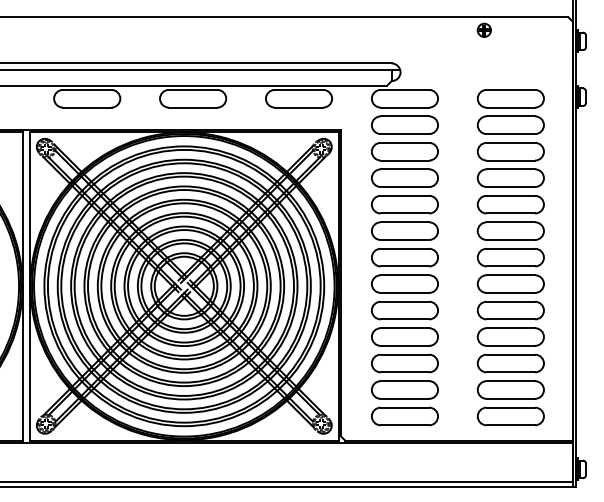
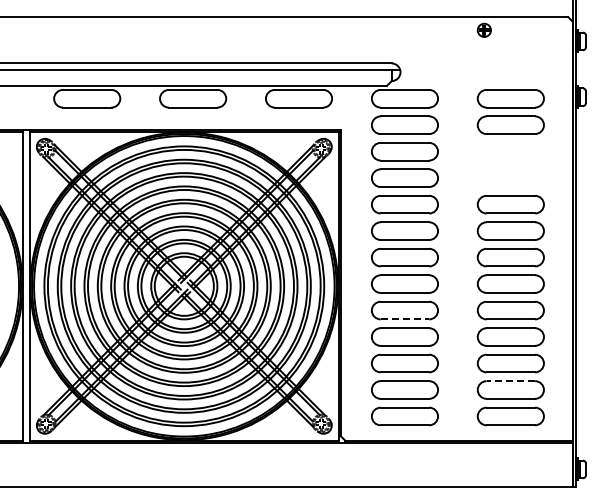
part at (510, 164): present -> none
line at (405, 319): solid -> dashed
line at (510, 381): solid -> dashed
line at (287, 482): present -> none
